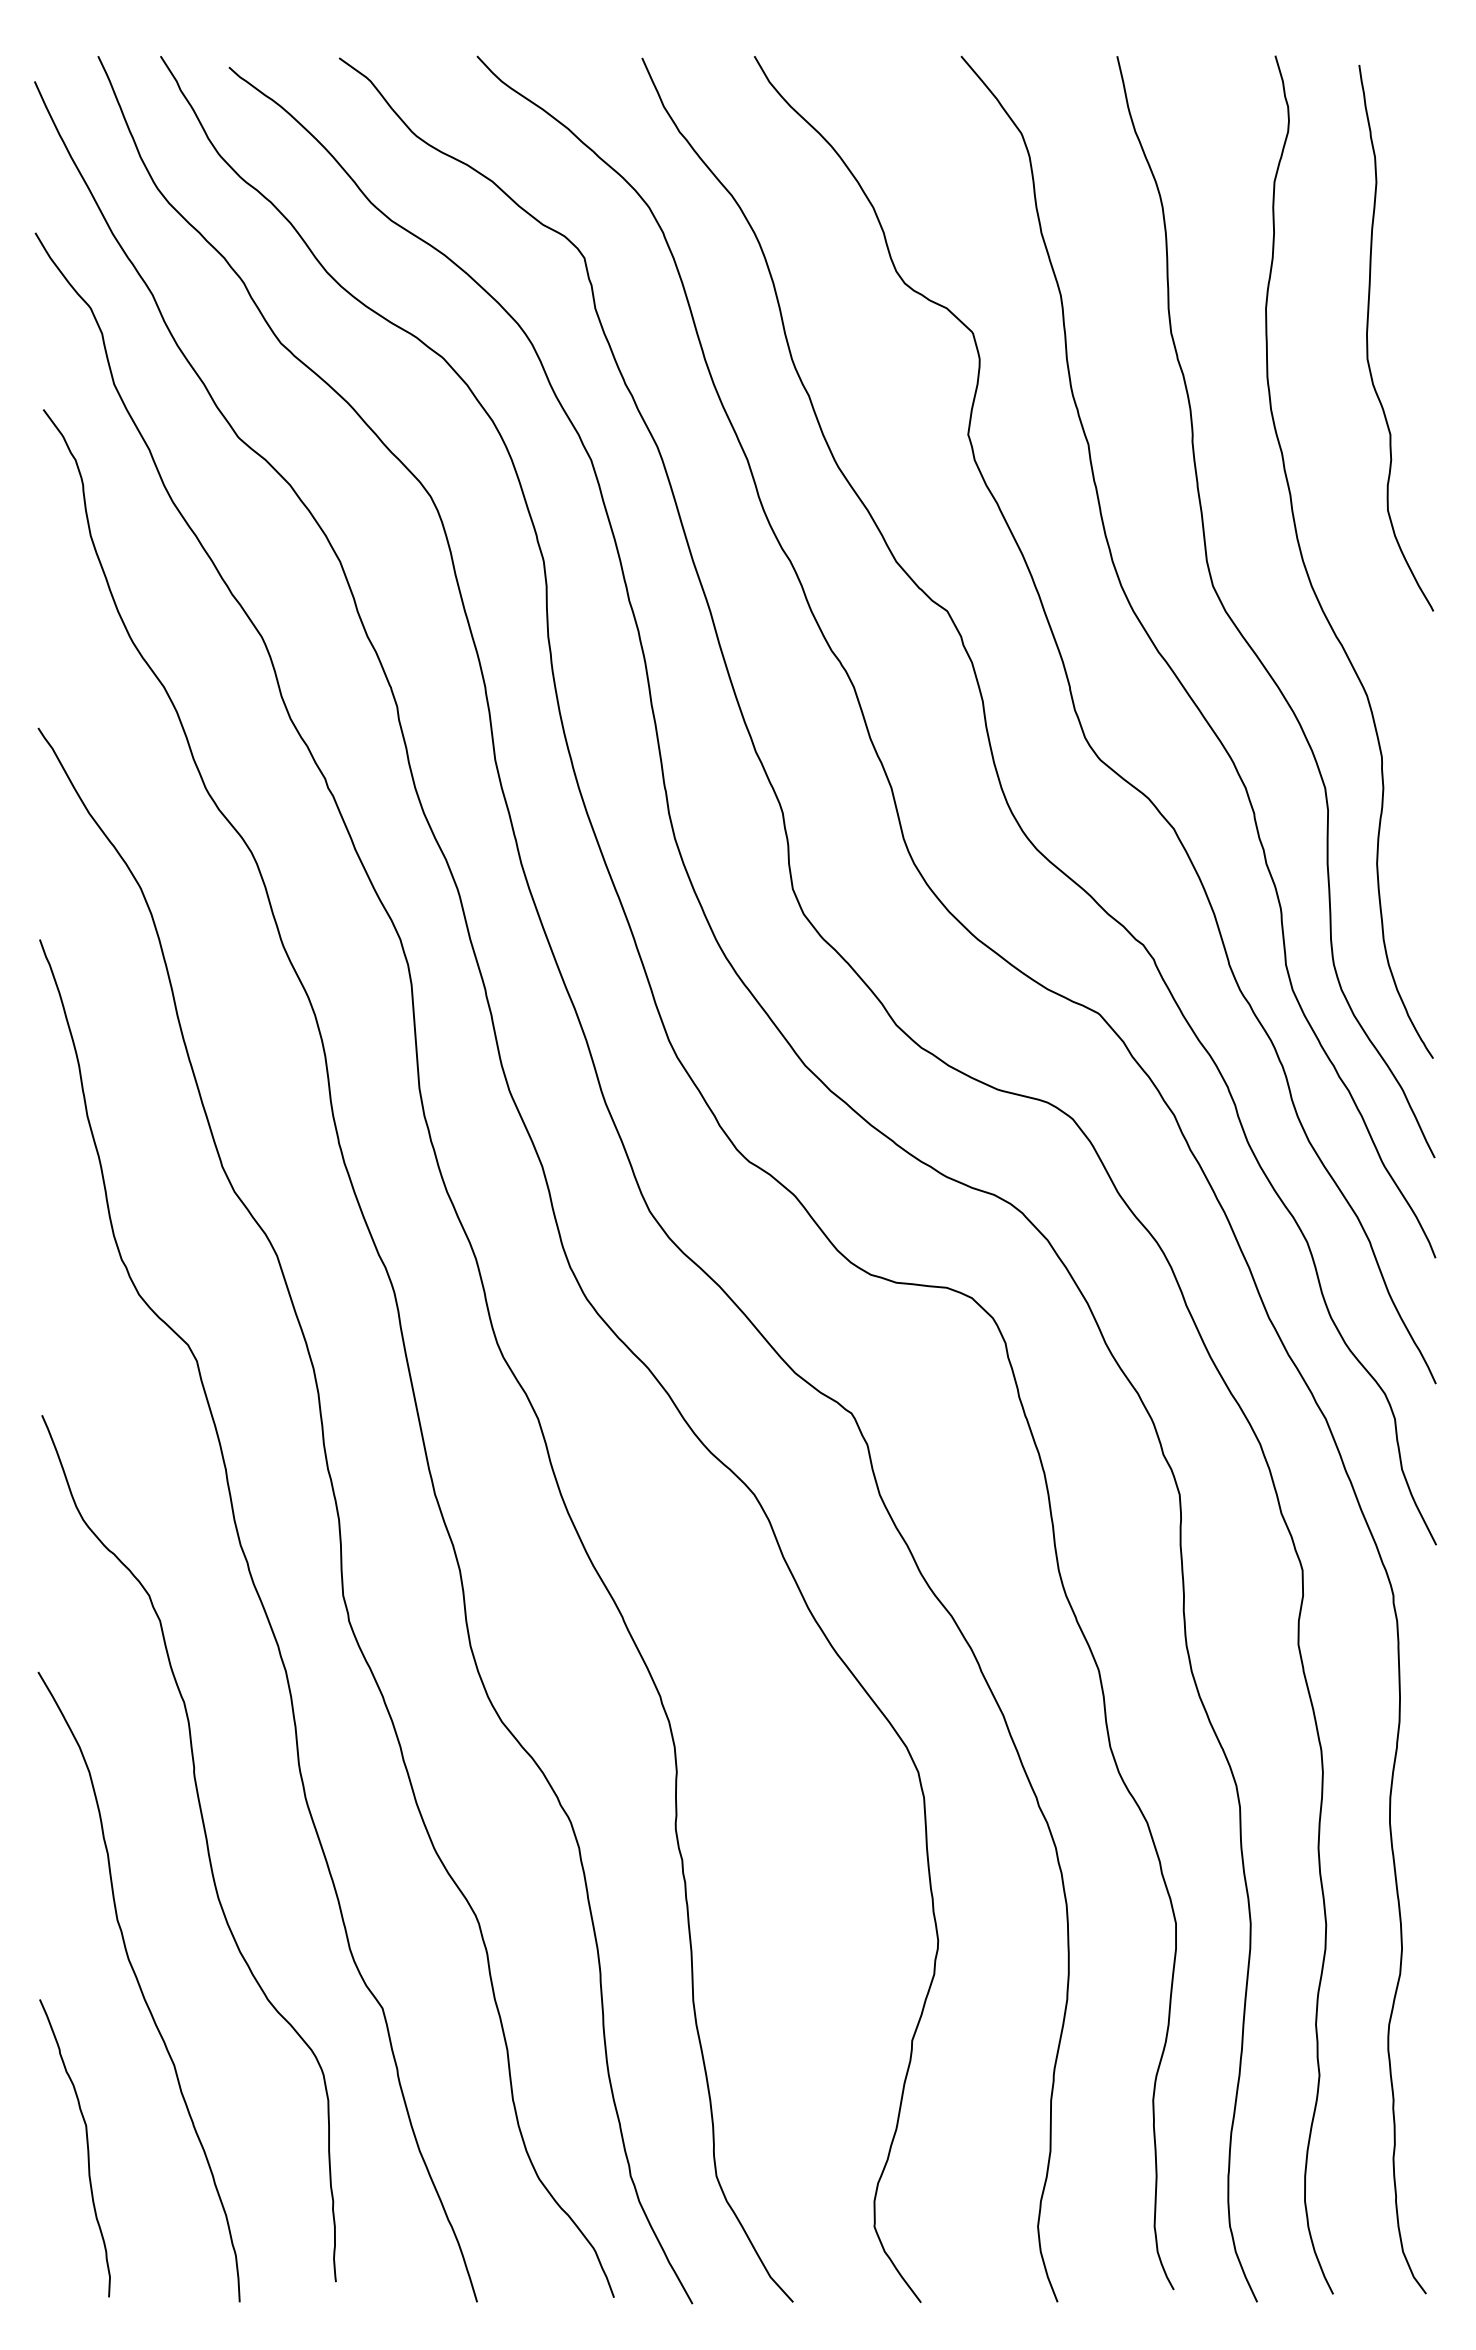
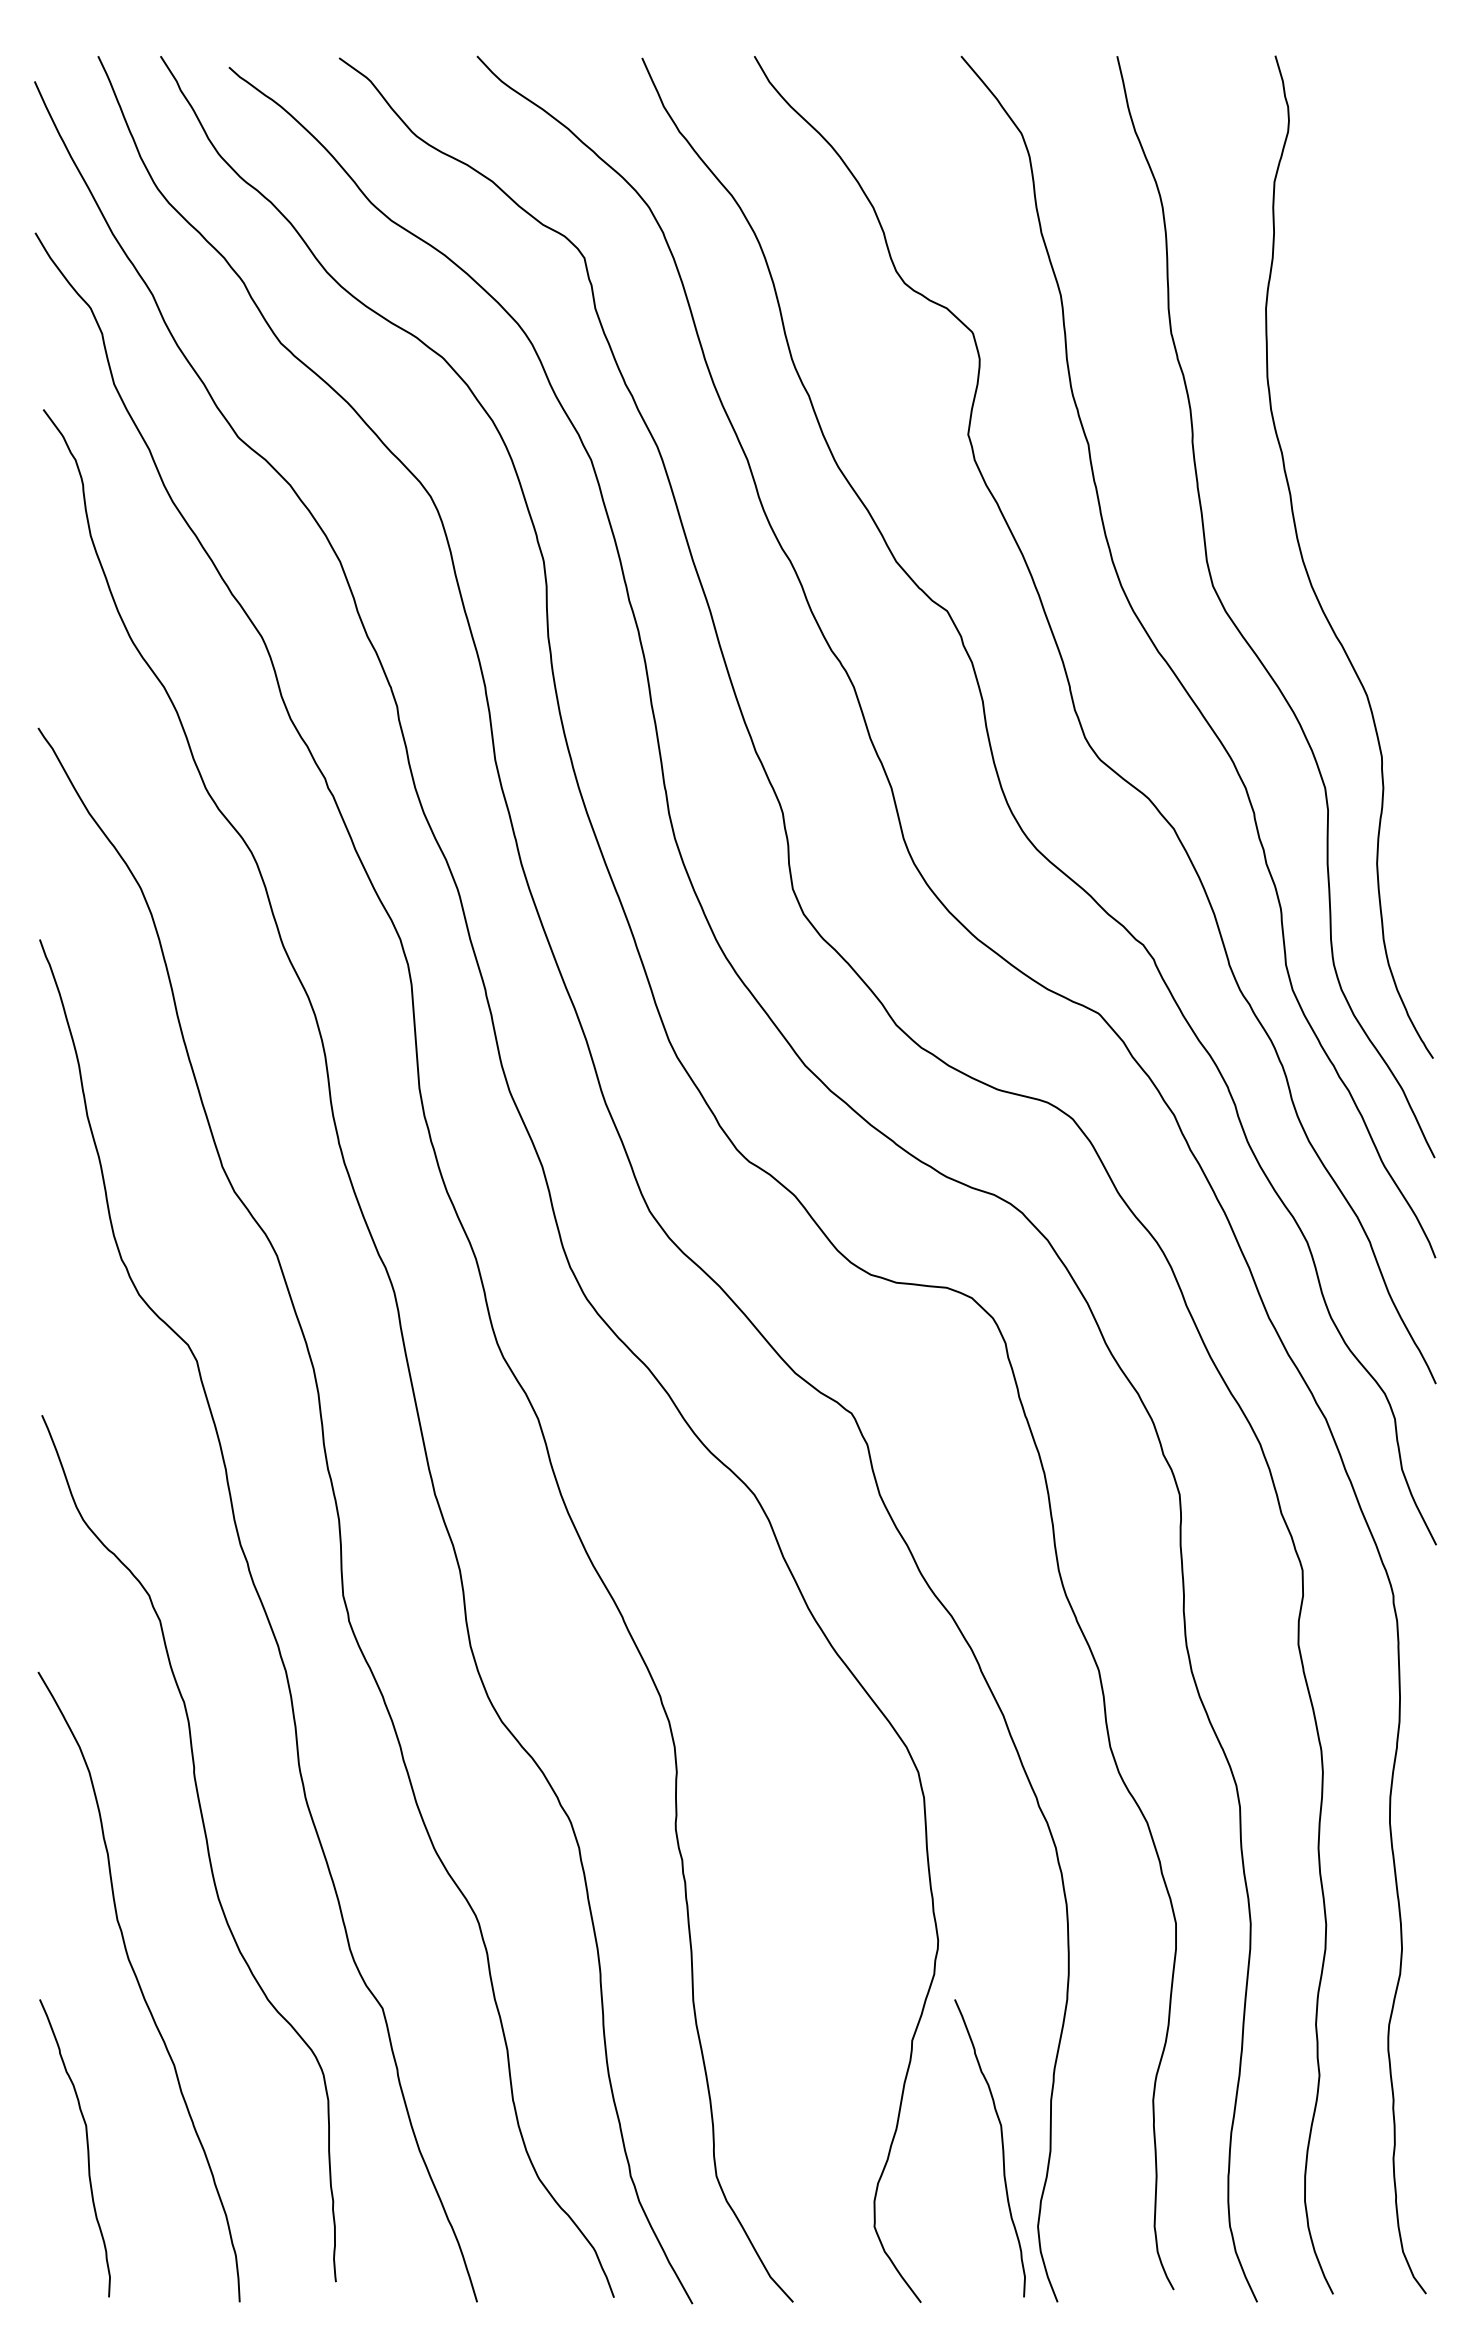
curve at (1368, 342): present -> none
curve at (1001, 2144): none -> present
